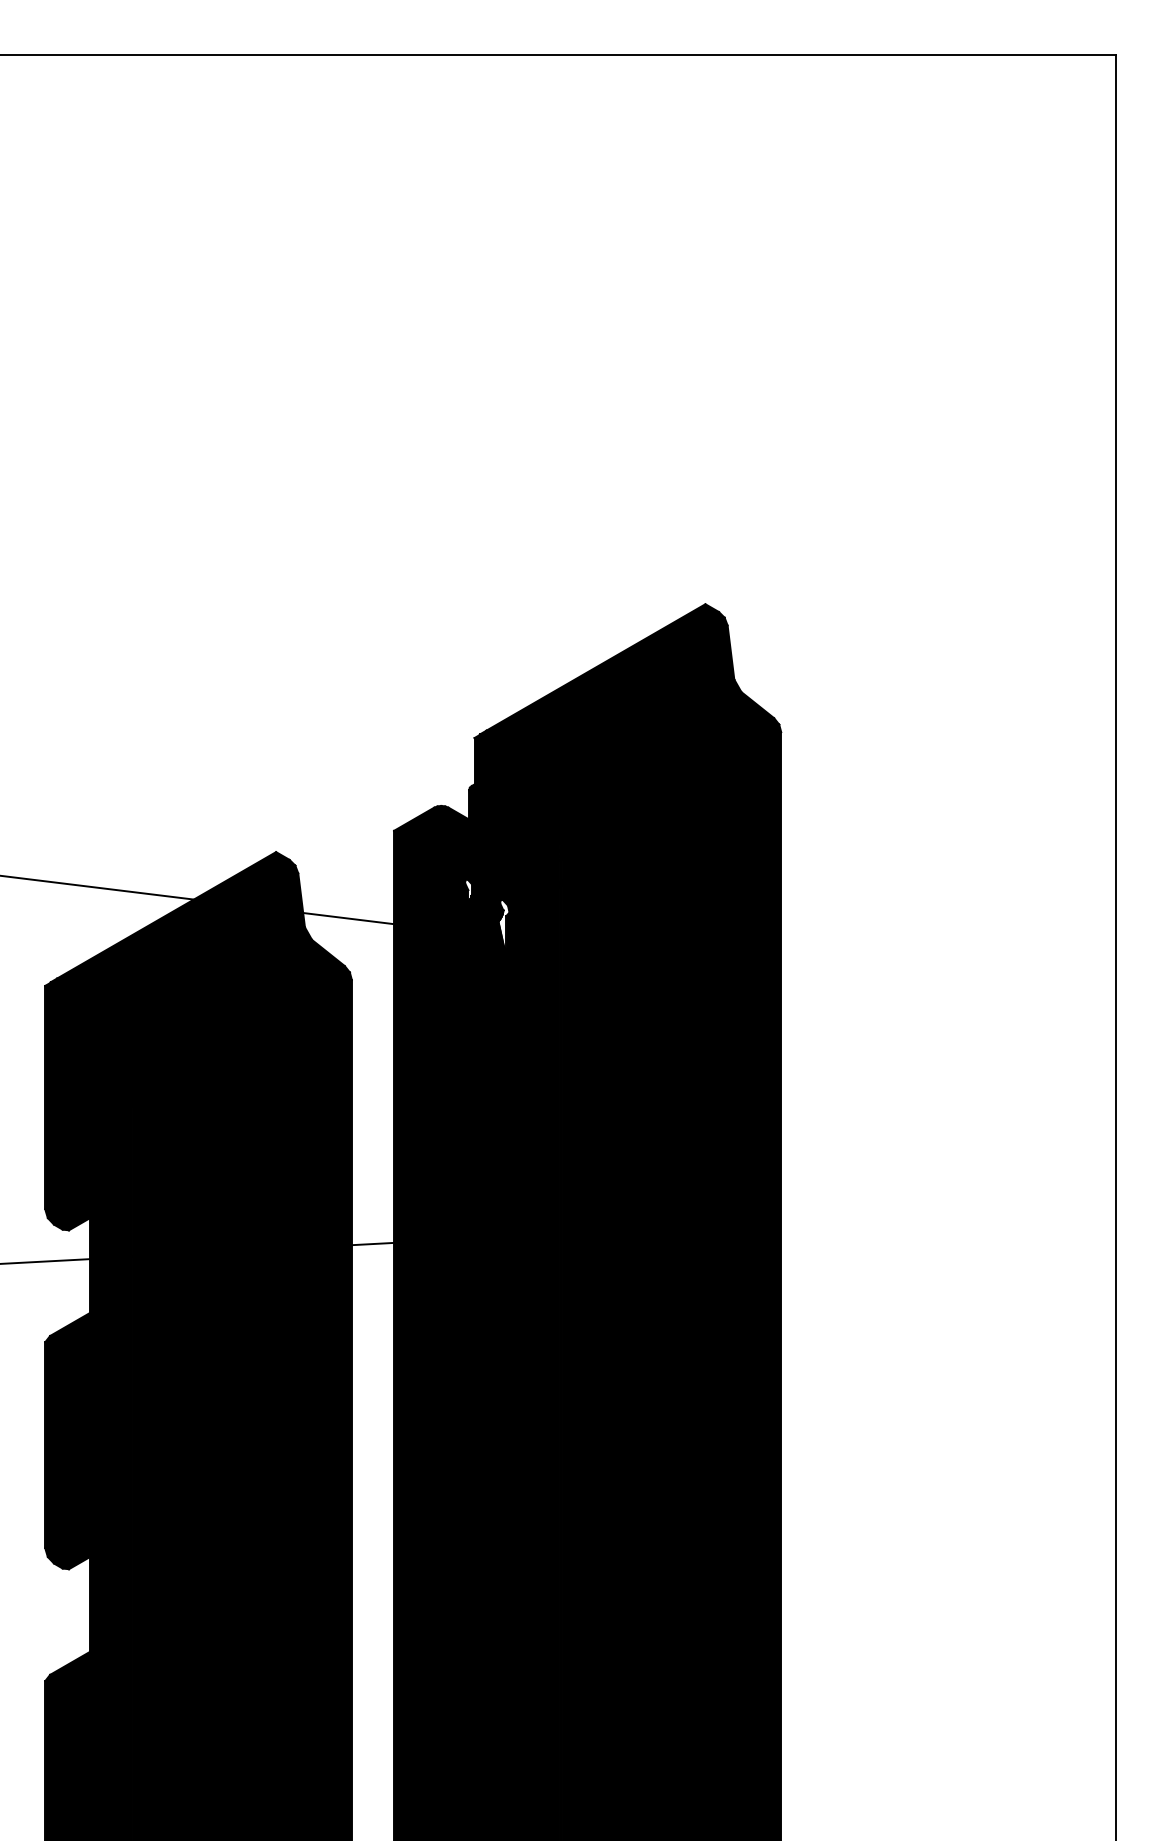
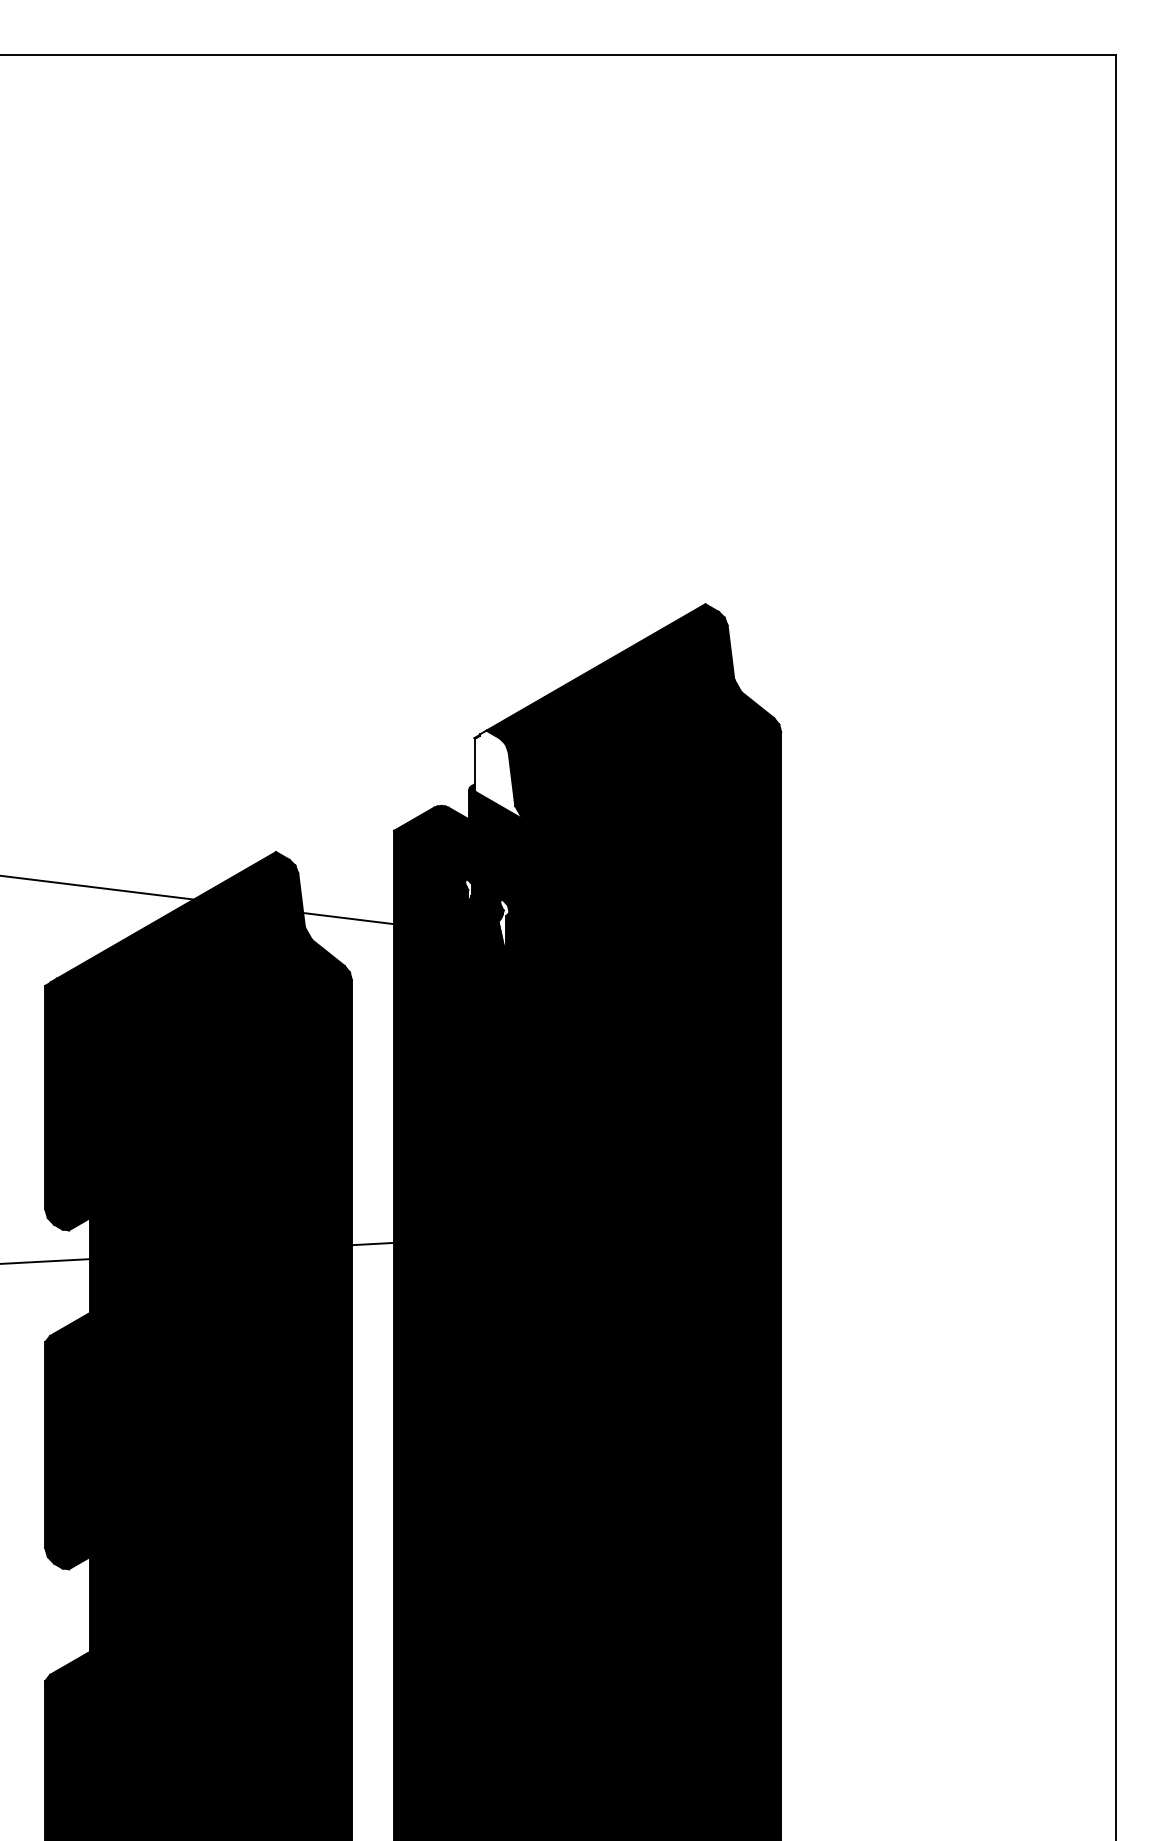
fill at (498, 774): present -> none
